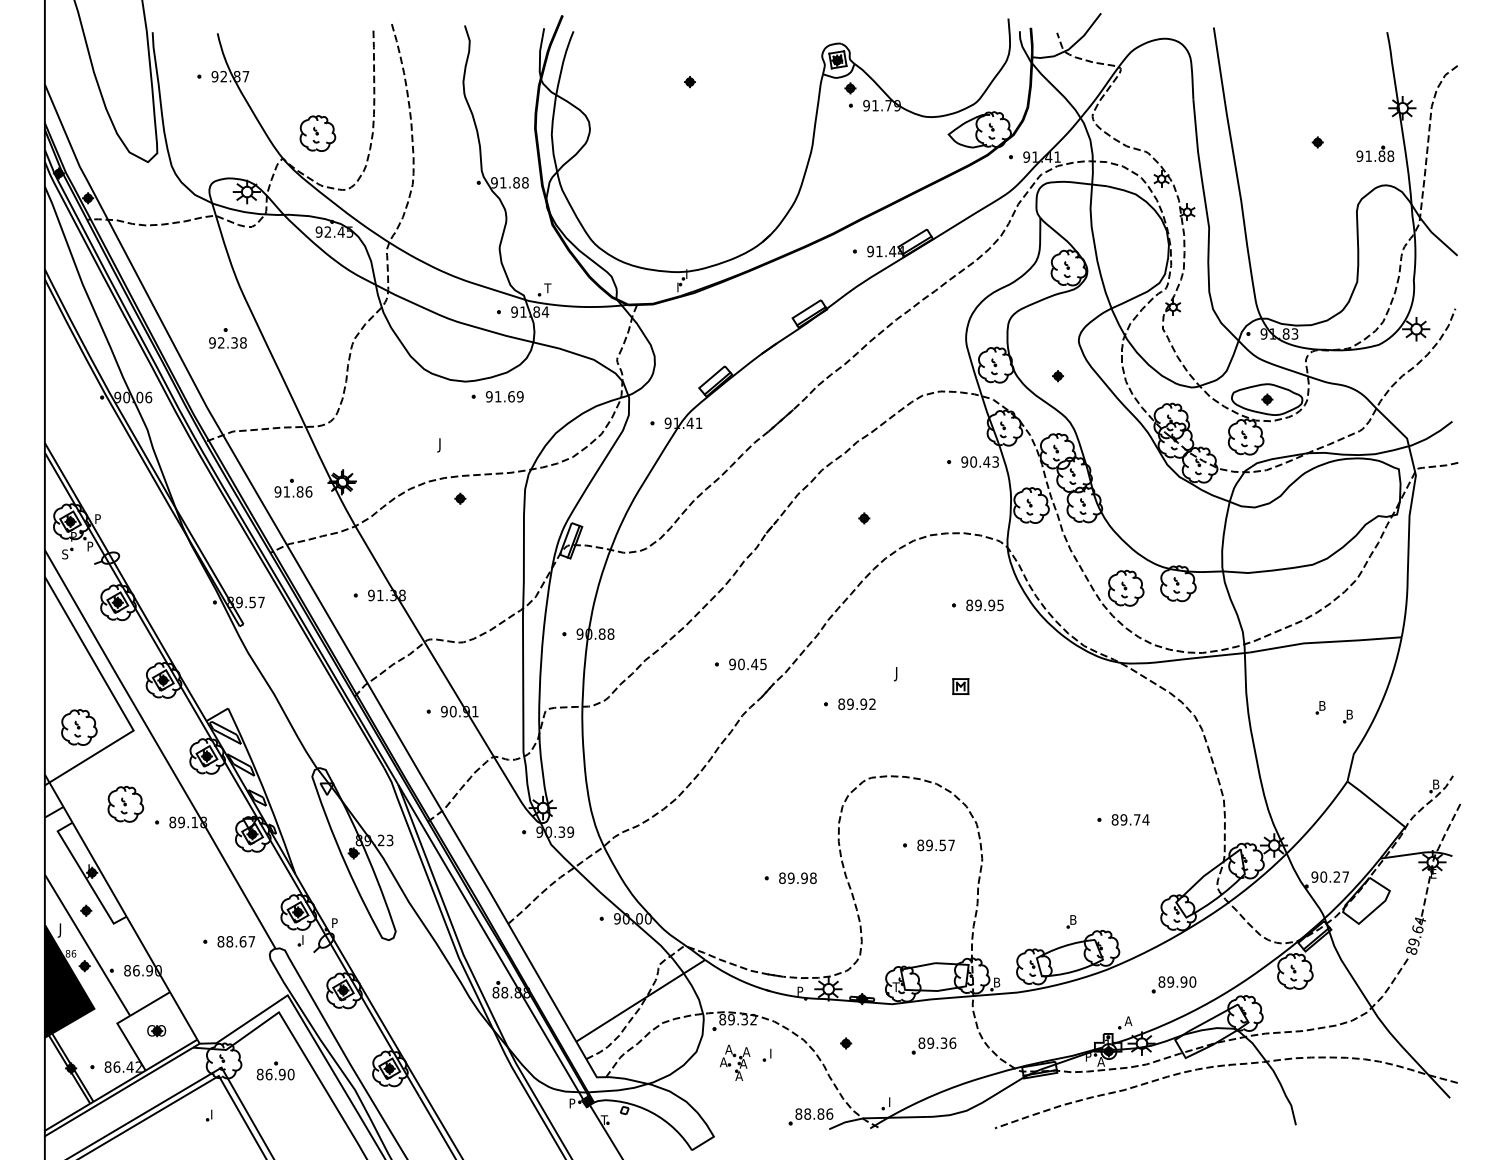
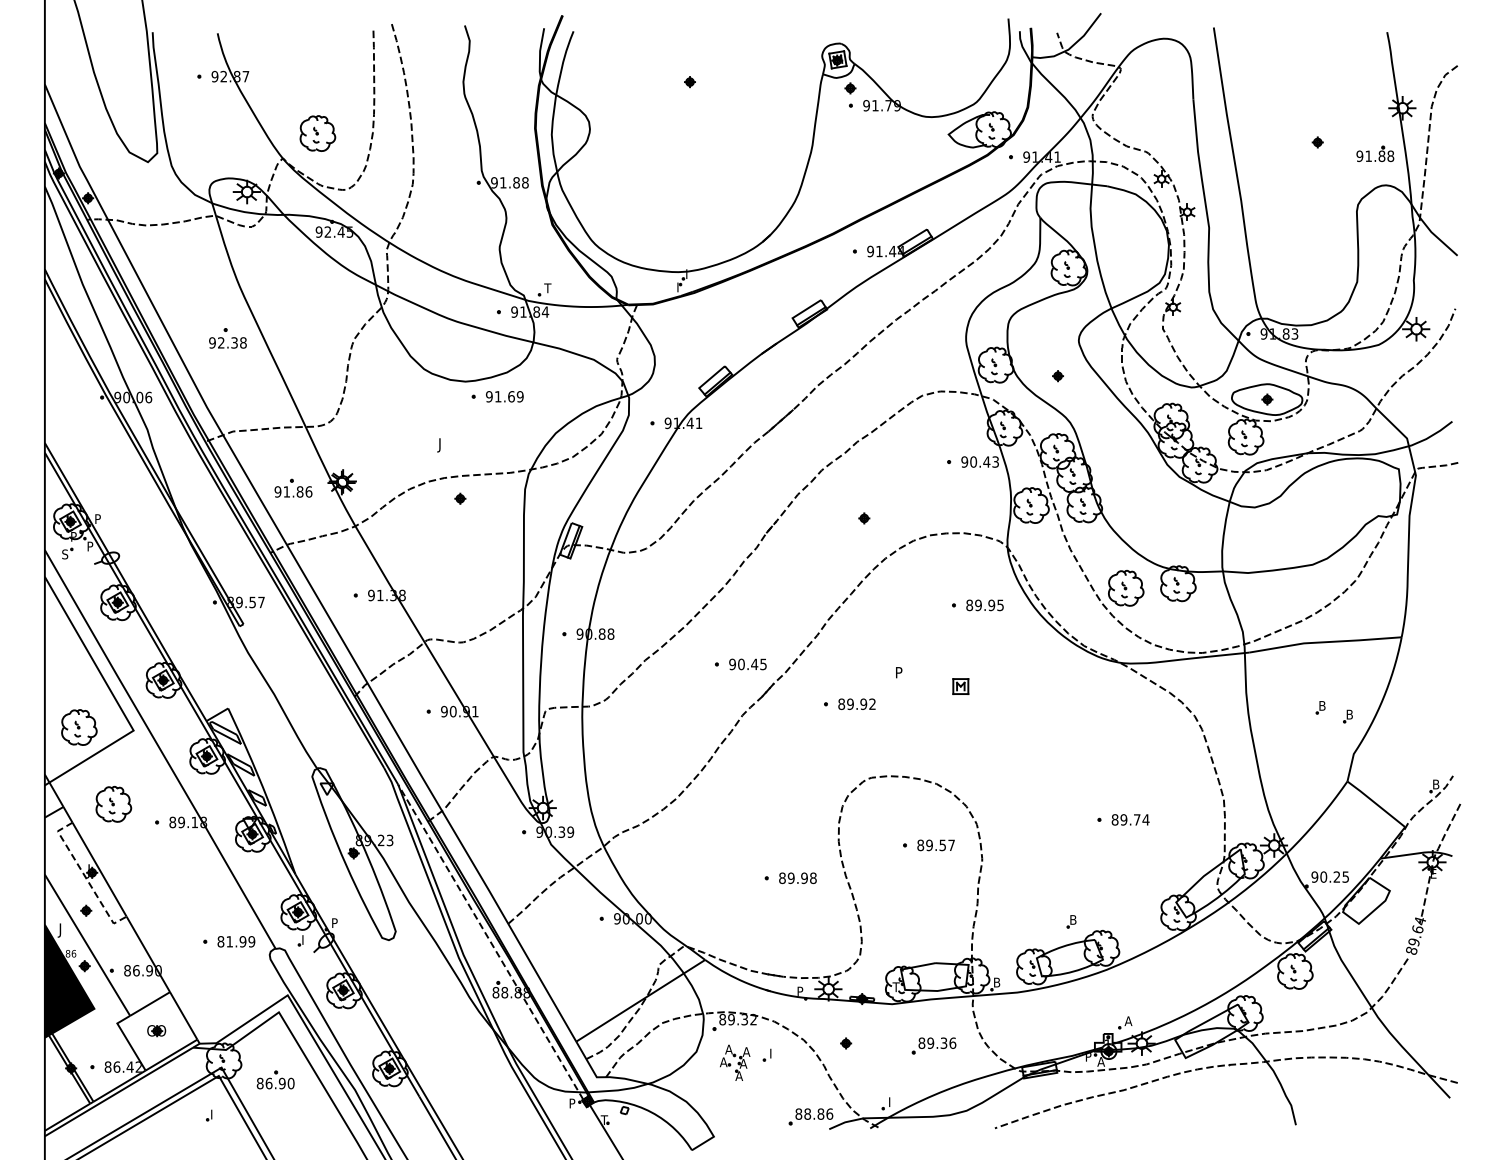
text at (897, 674): J -> P
part at (125, 804) position: (125, 804) -> (113, 804)
line at (84, 876): solid -> dashed
text at (1345, 876): 90.27 -> 90.25
text at (240, 941): 88.67 -> 81.99
line at (490, 942): solid -> dashed
part at (1173, 984): present -> none
part at (275, 1070) position: (275, 1070) -> (275, 1079)
